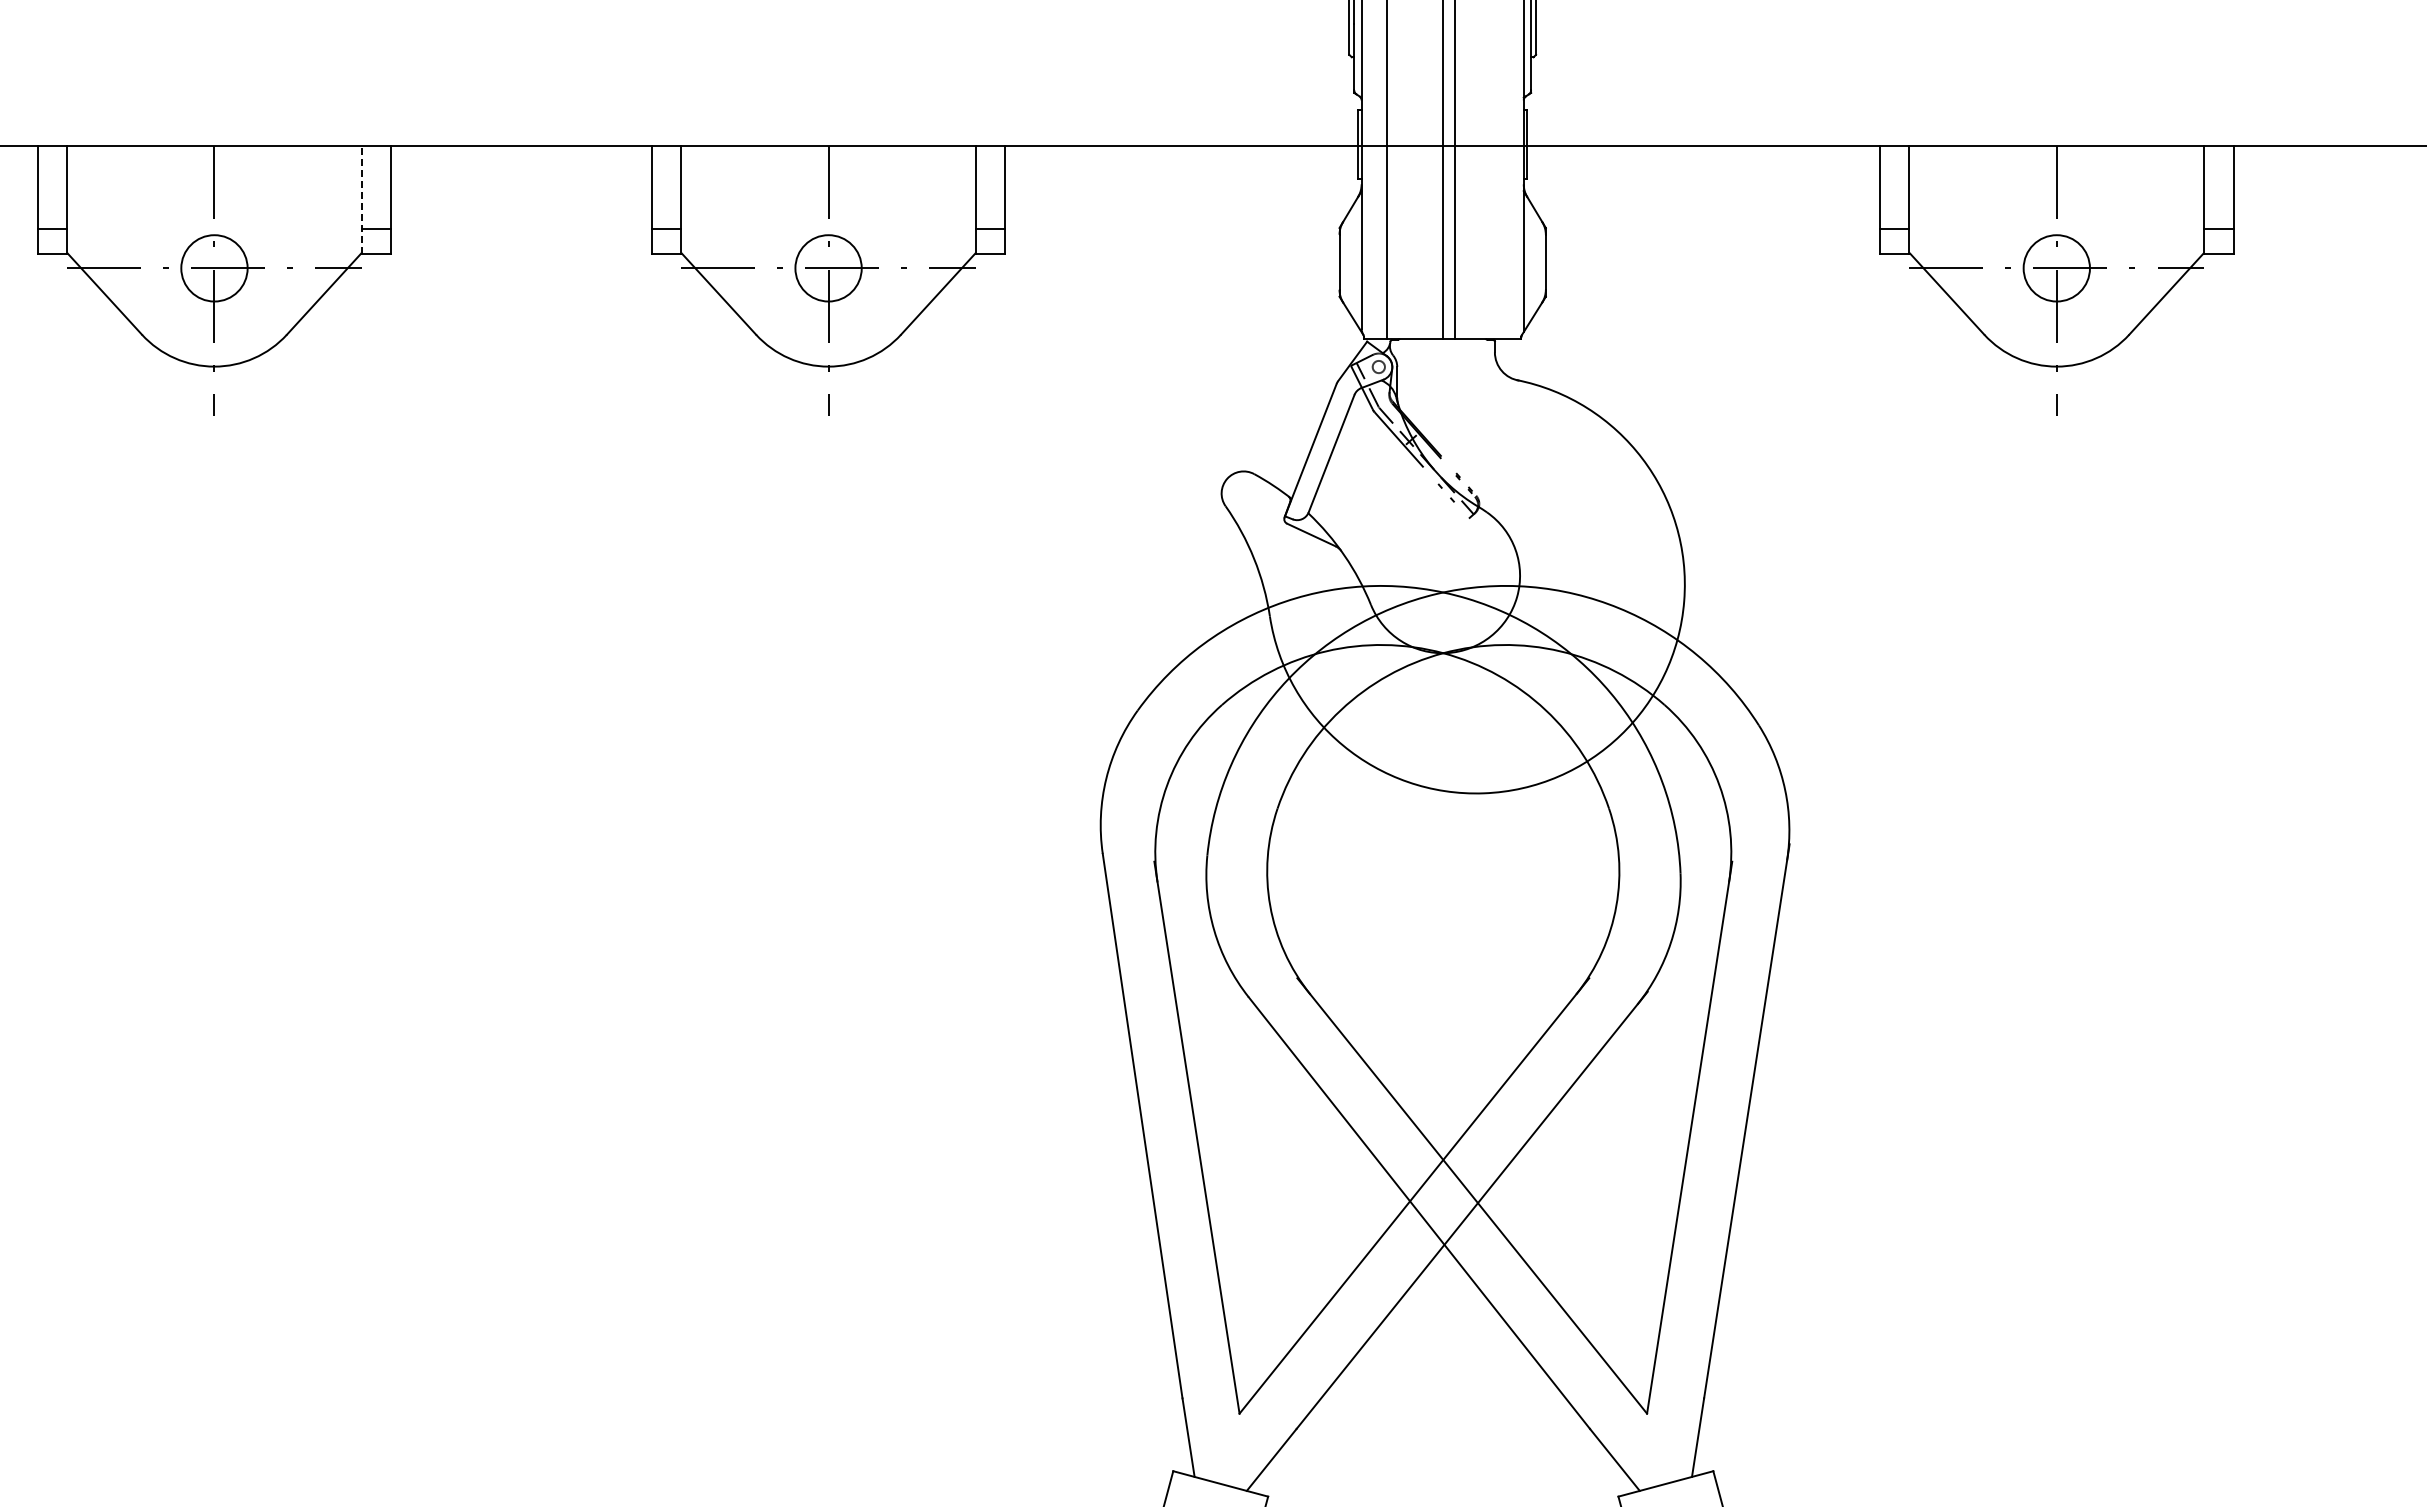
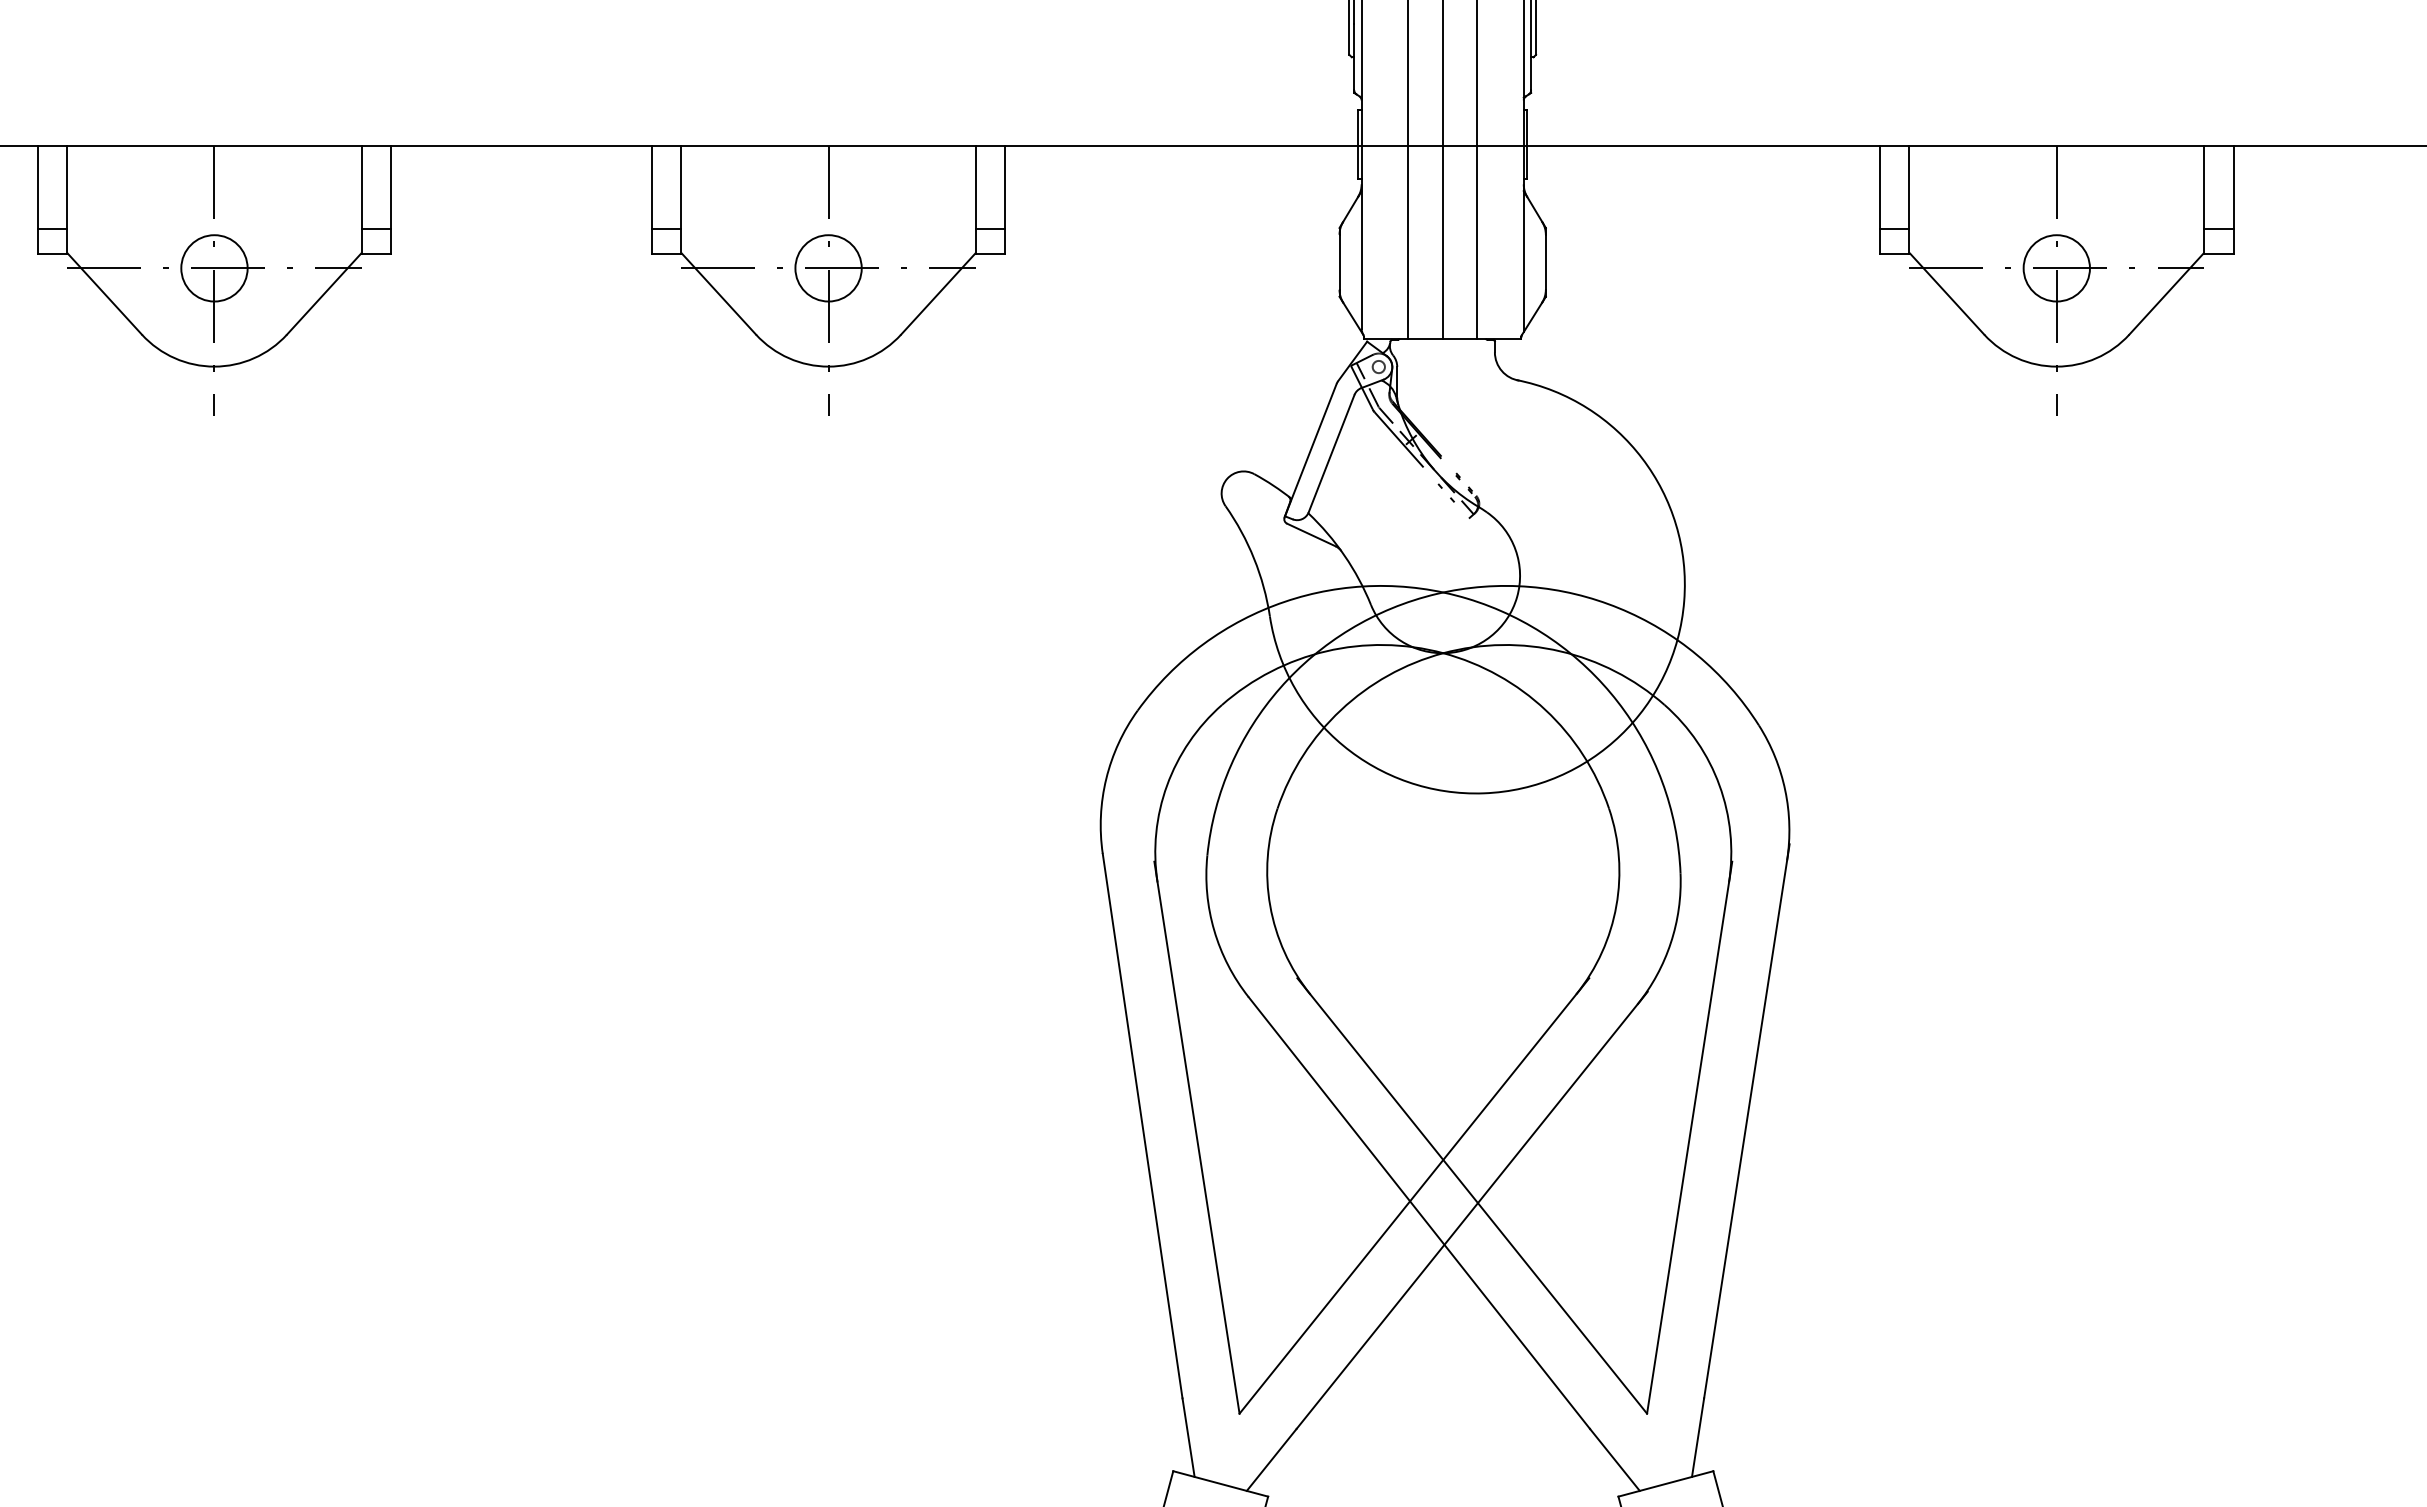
line at (1387, 170) position: (1387, 170) -> (1408, 170)
line at (1455, 170) position: (1455, 170) -> (1477, 170)
line at (361, 199): dashed -> solid
